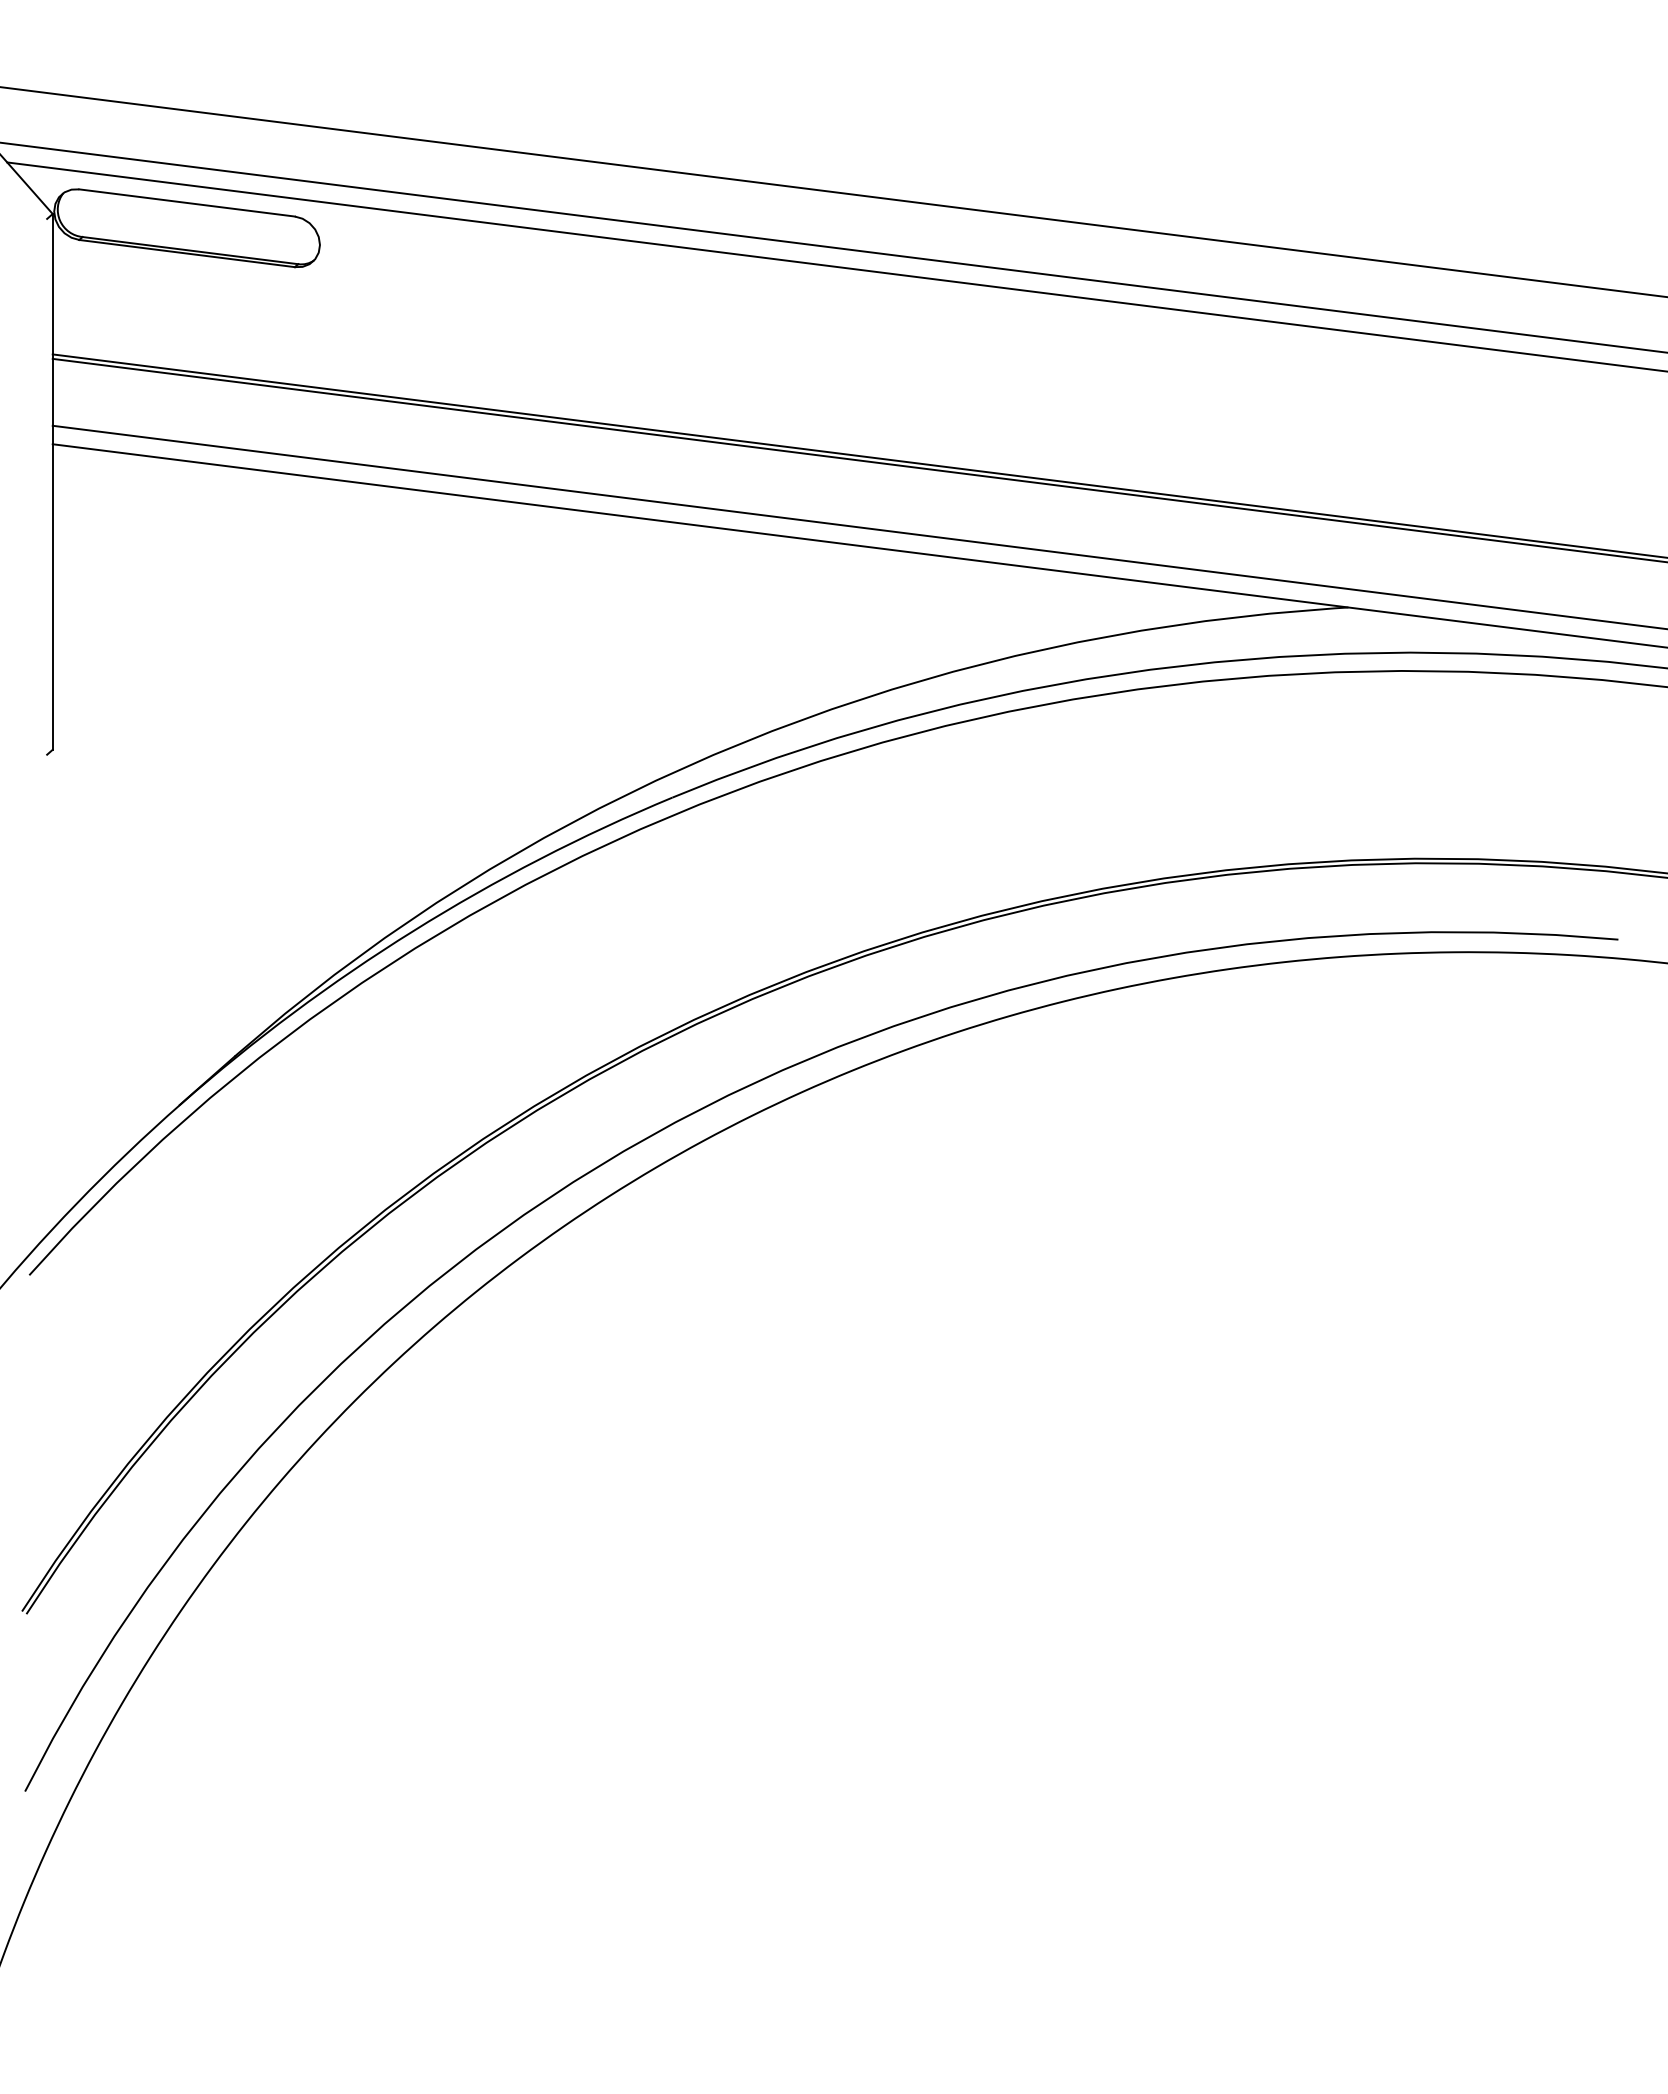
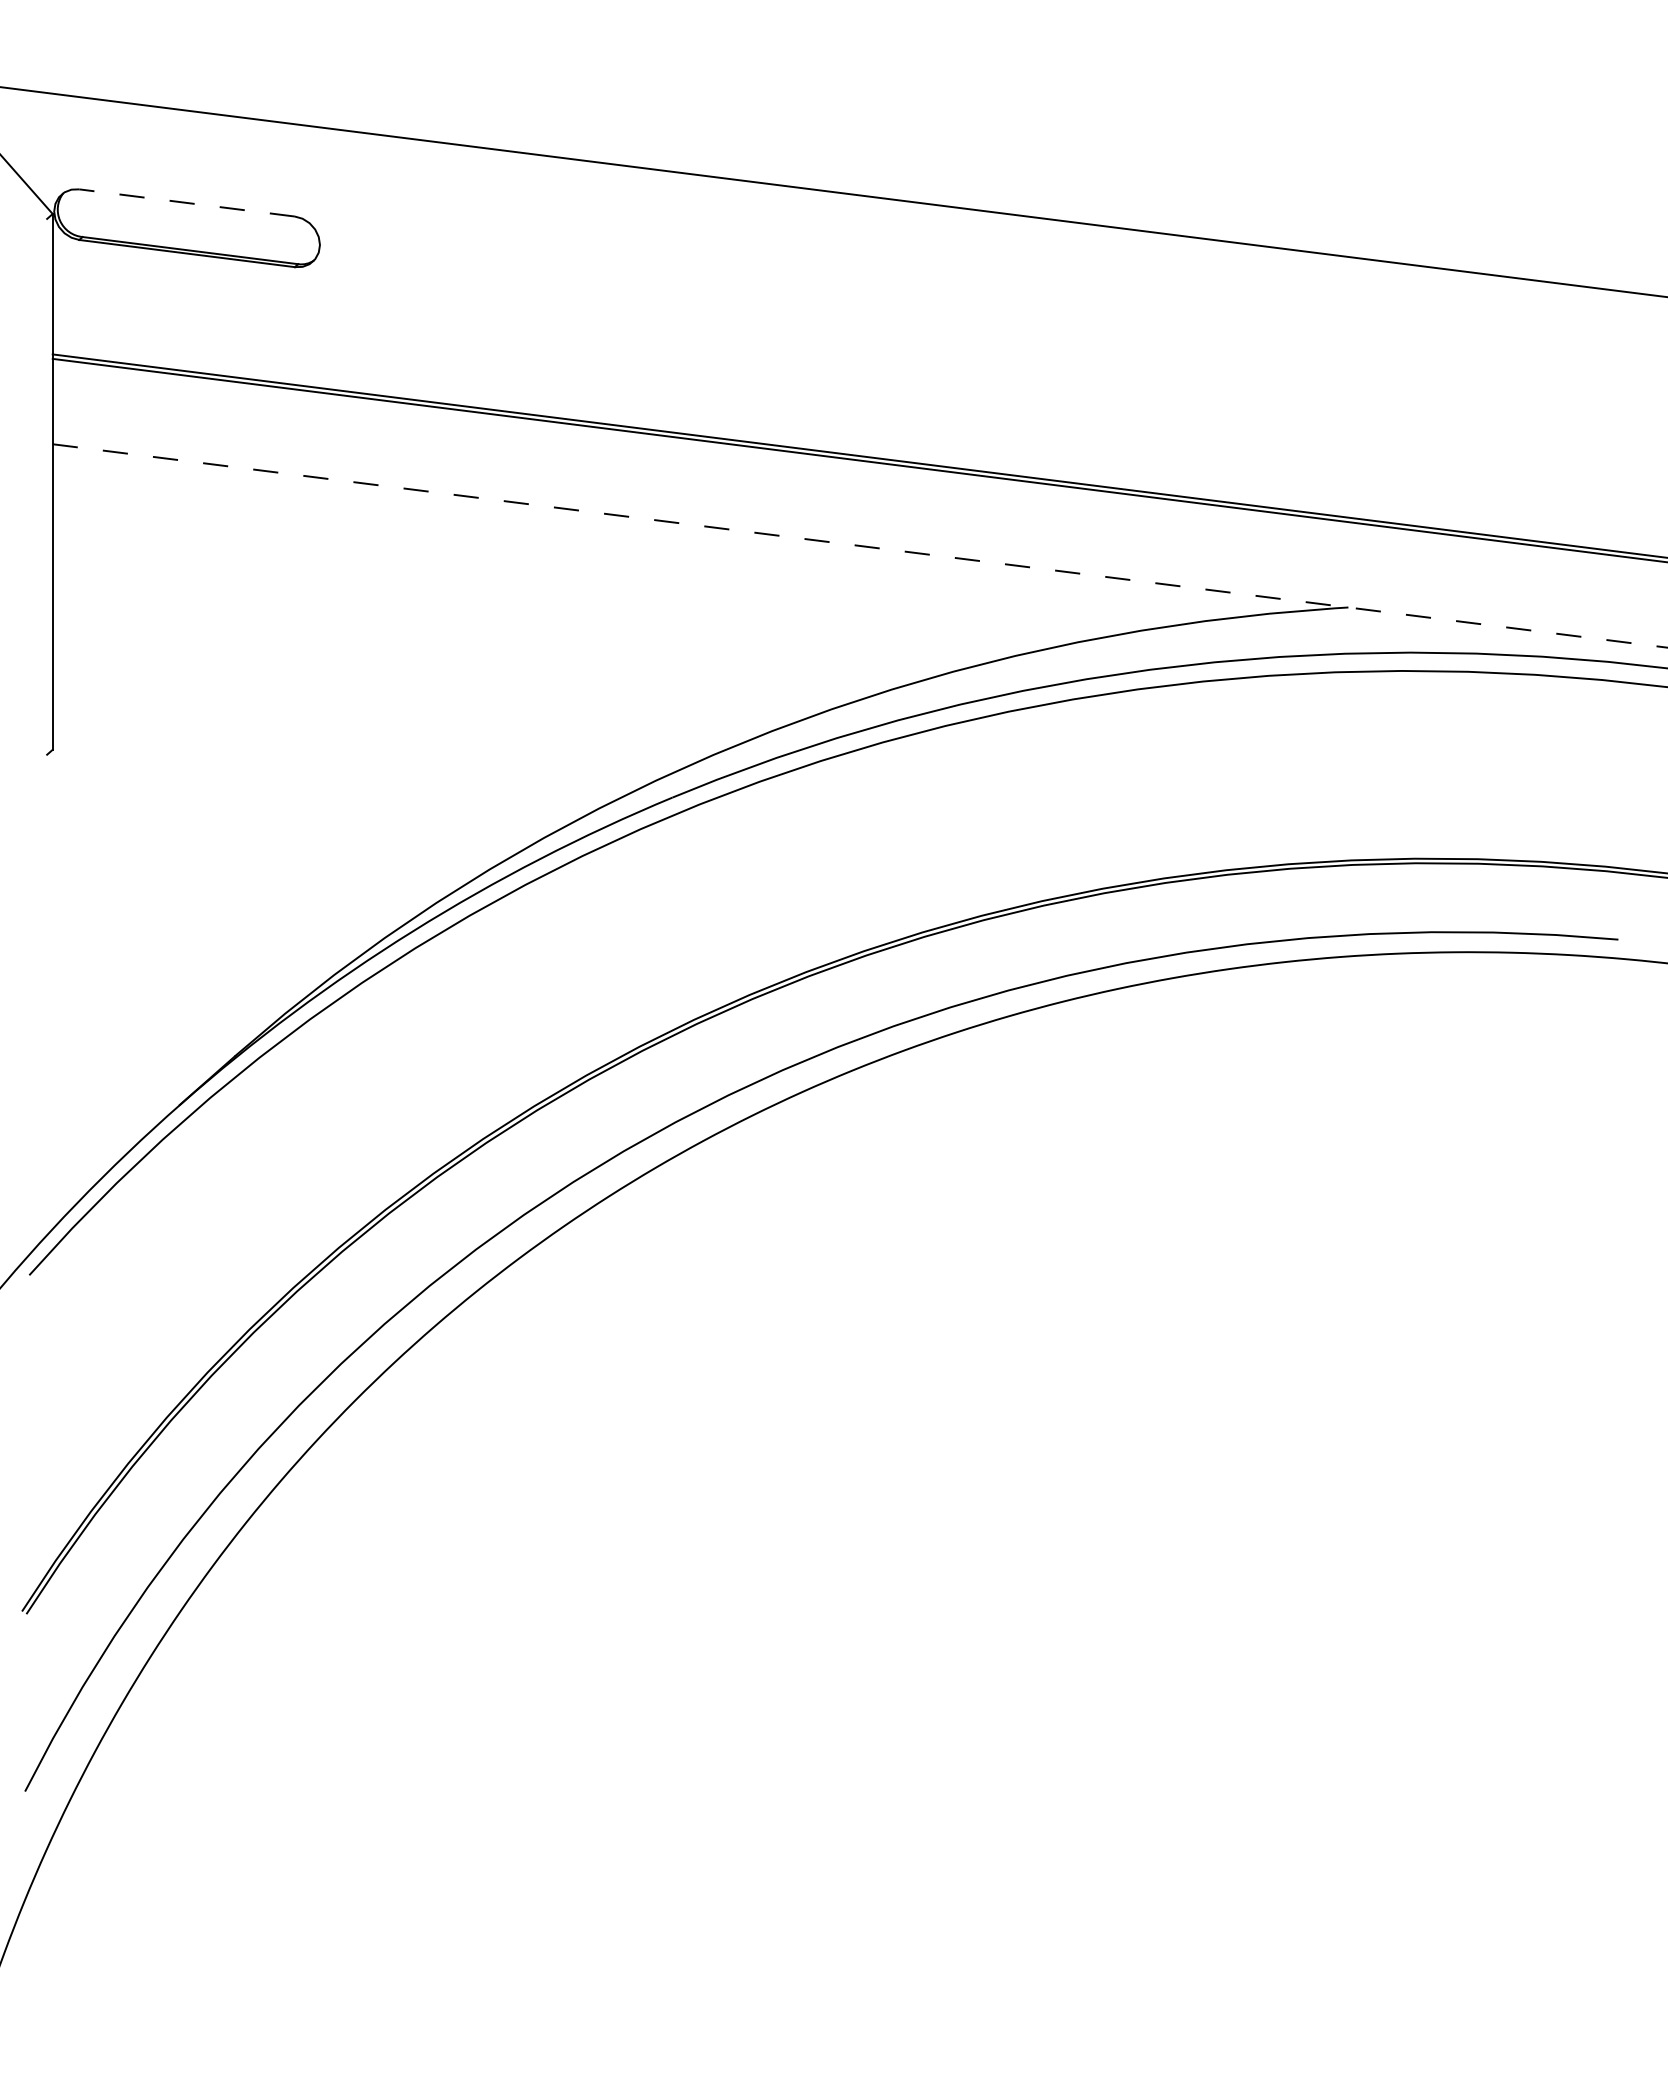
line at (187, 202): solid -> dashed
line at (833, 247): present -> none
line at (835, 266): present -> none
line at (858, 526): present -> none
line at (860, 545): solid -> dashed
